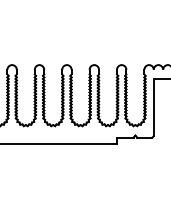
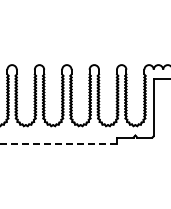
line at (58, 143): solid -> dashed
